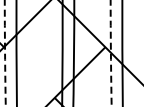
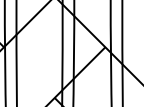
arc at (5, 53): dashed -> solid
arc at (110, 53): dashed -> solid
